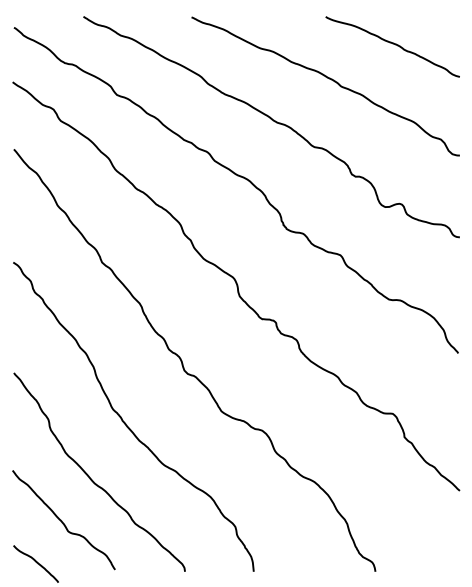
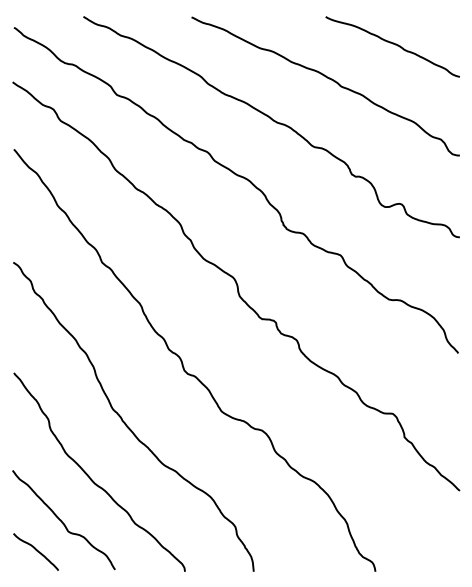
curve at (35, 562) position: (35, 562) -> (35, 550)
